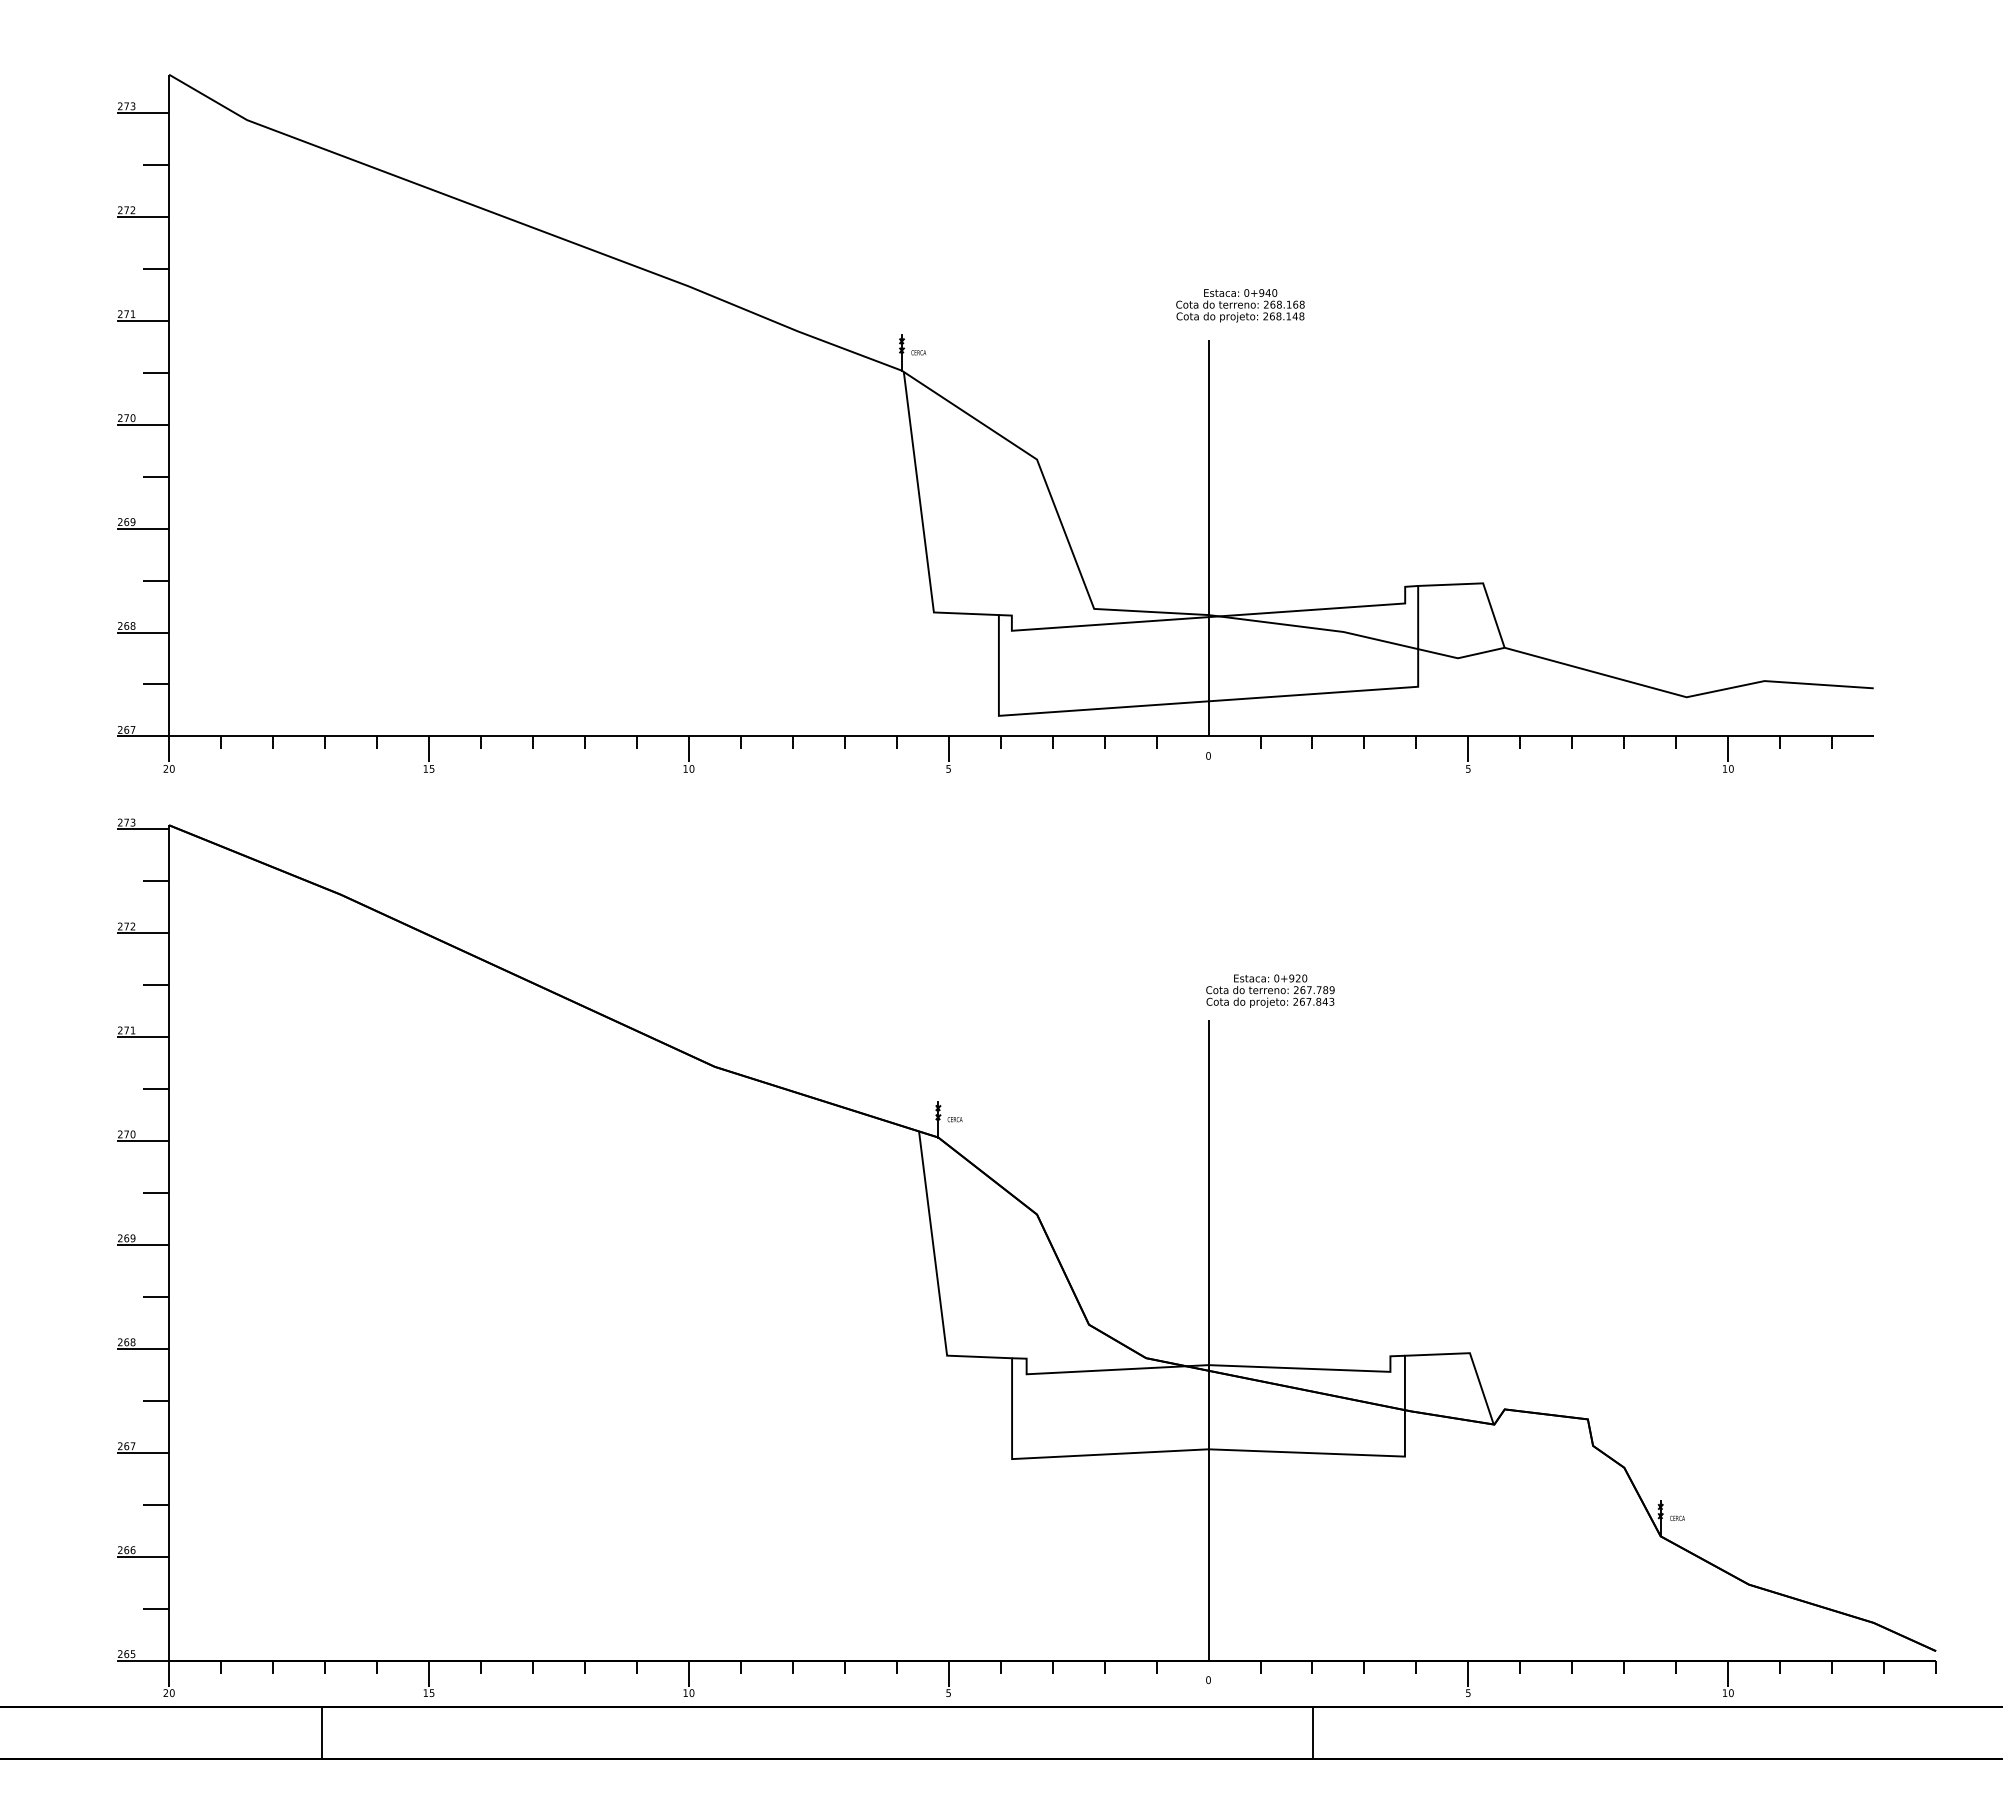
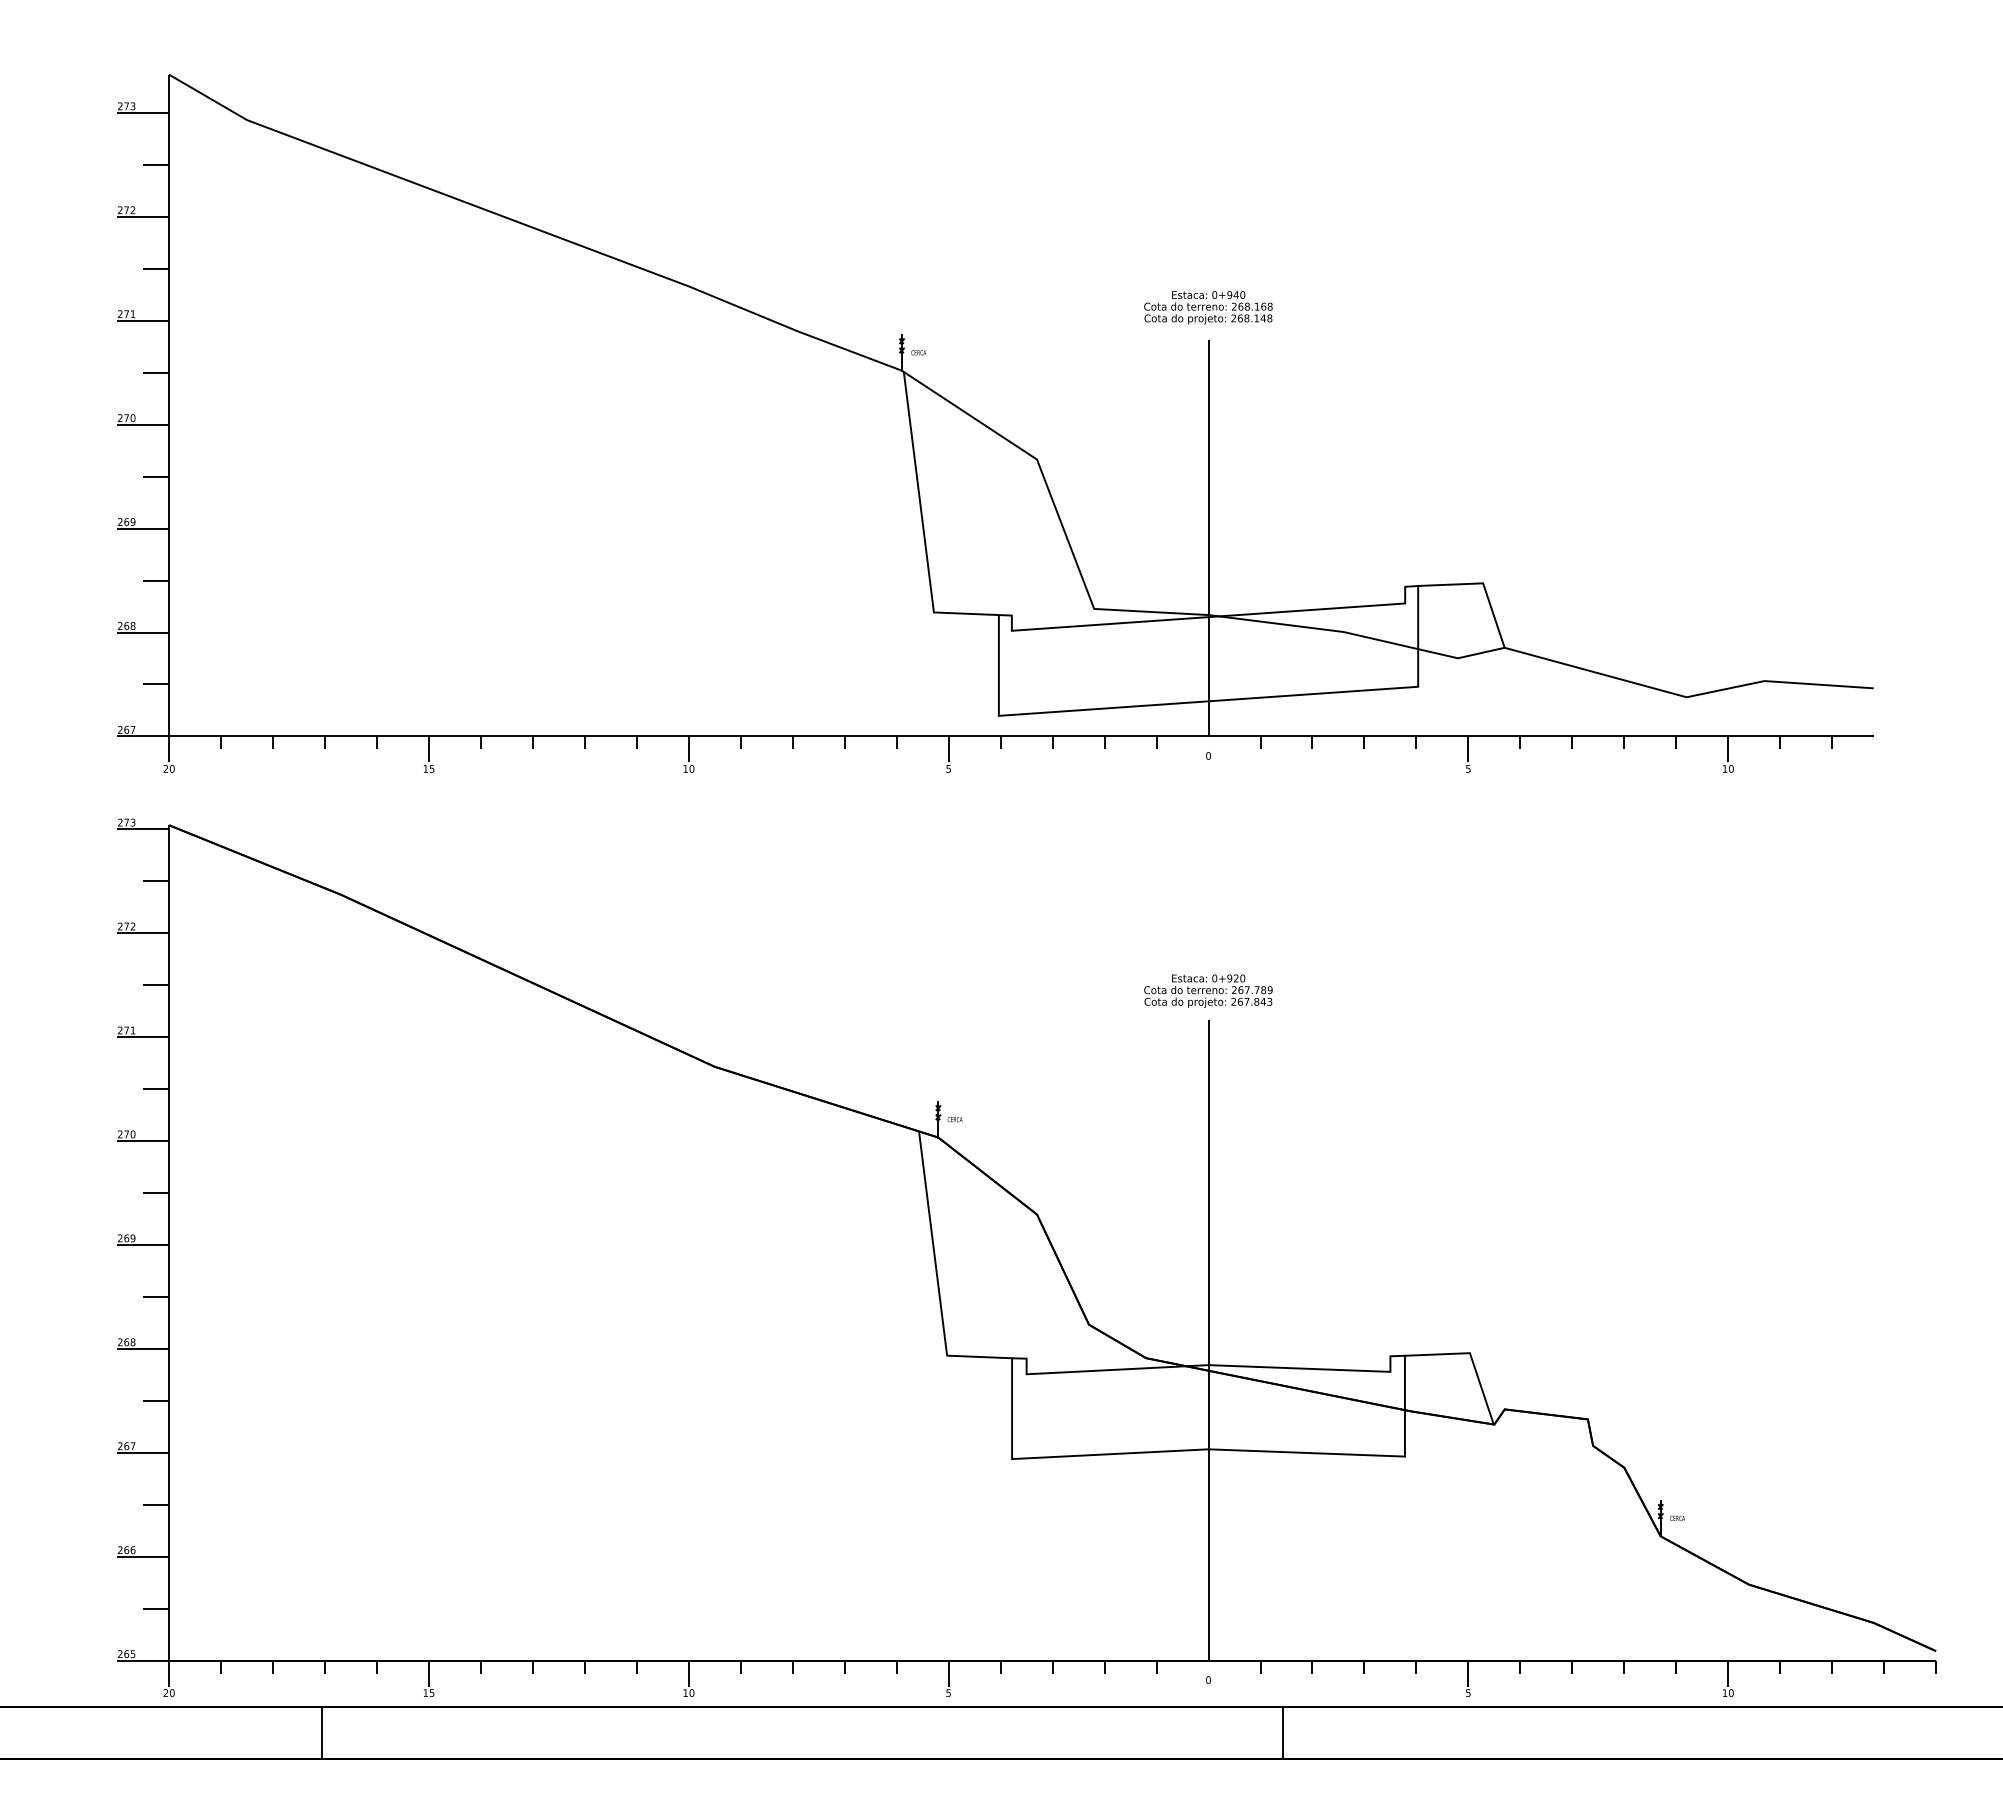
text at (1240, 305) position: (1240, 305) -> (1208, 307)
text at (1270, 990) position: (1270, 990) -> (1208, 990)
line at (1312, 1732) position: (1312, 1732) -> (1282, 1732)
